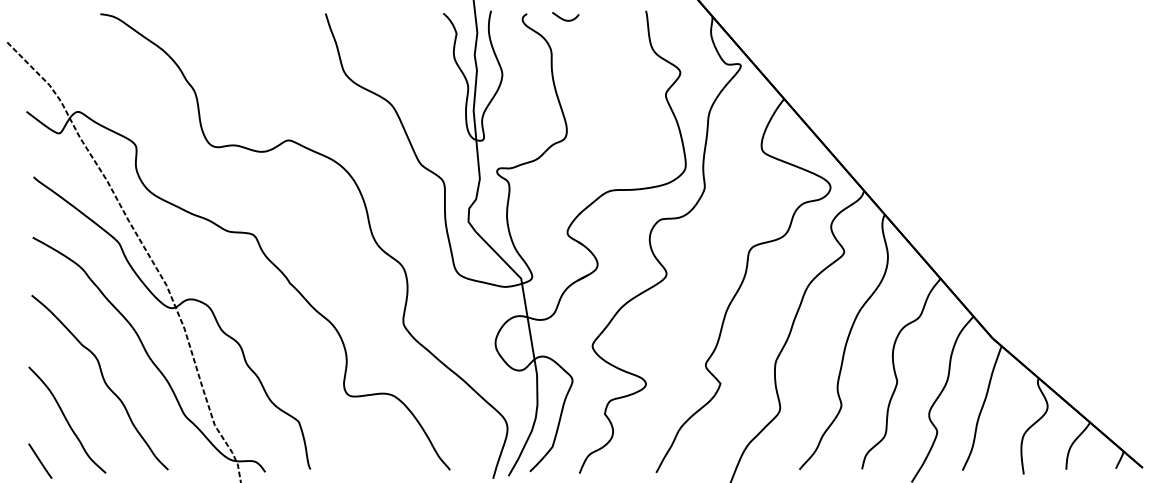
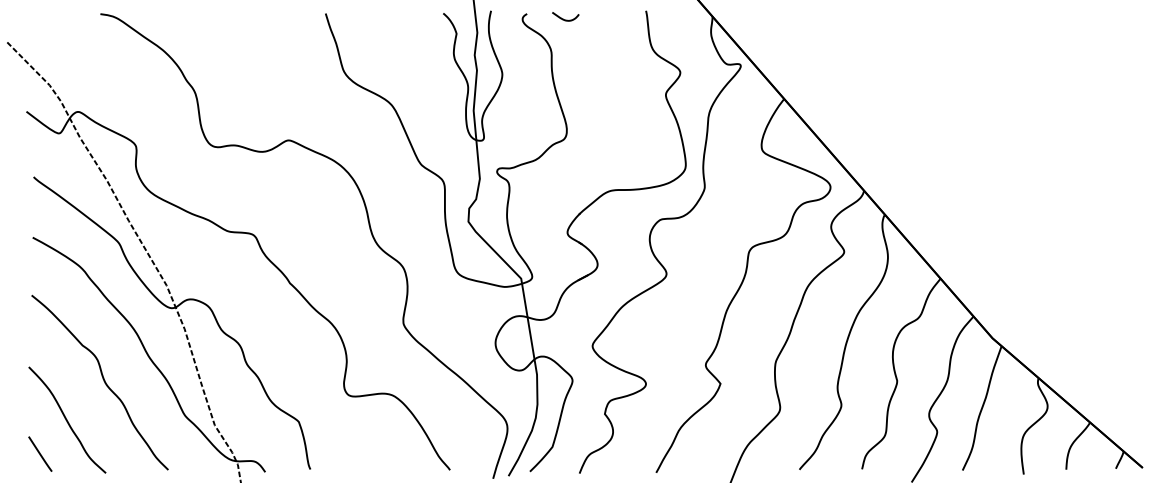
line at (40, 460) position: (40, 460) -> (40, 453)
